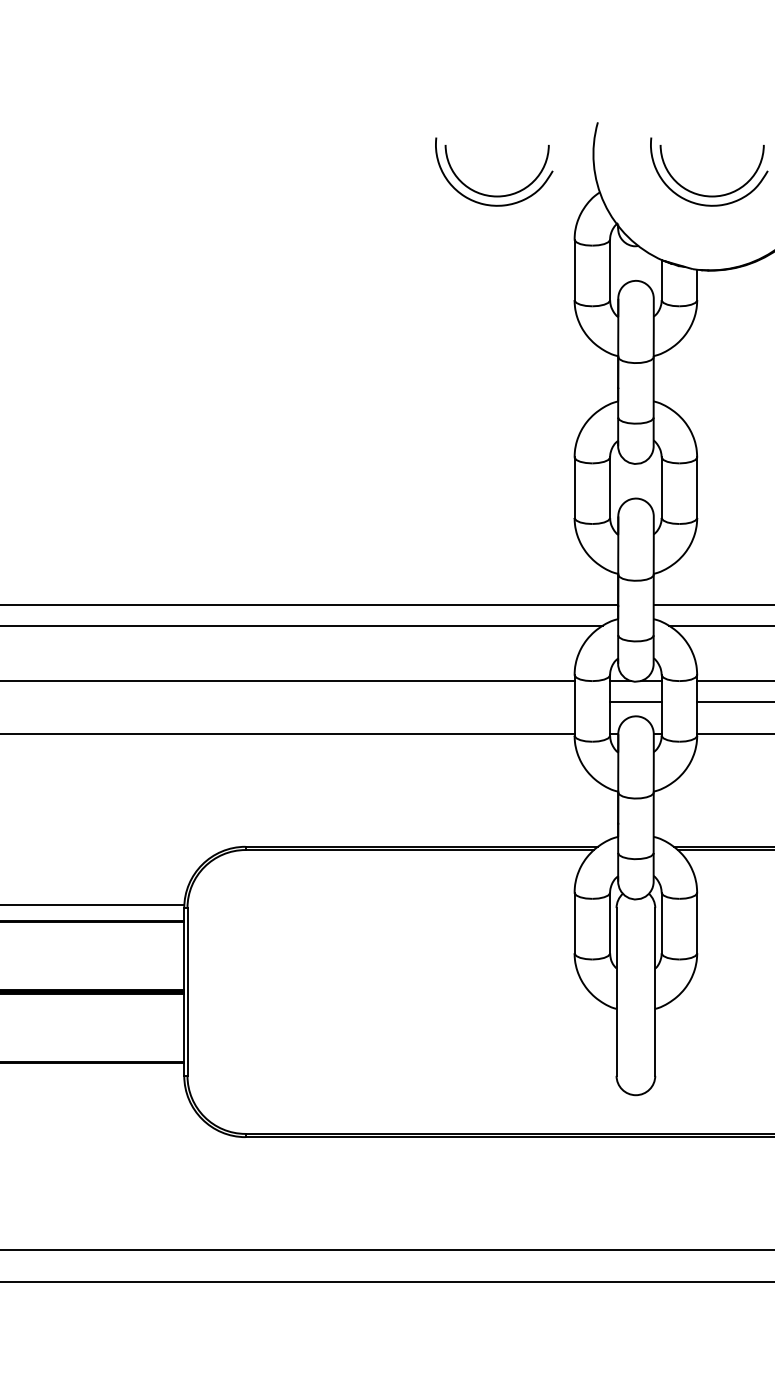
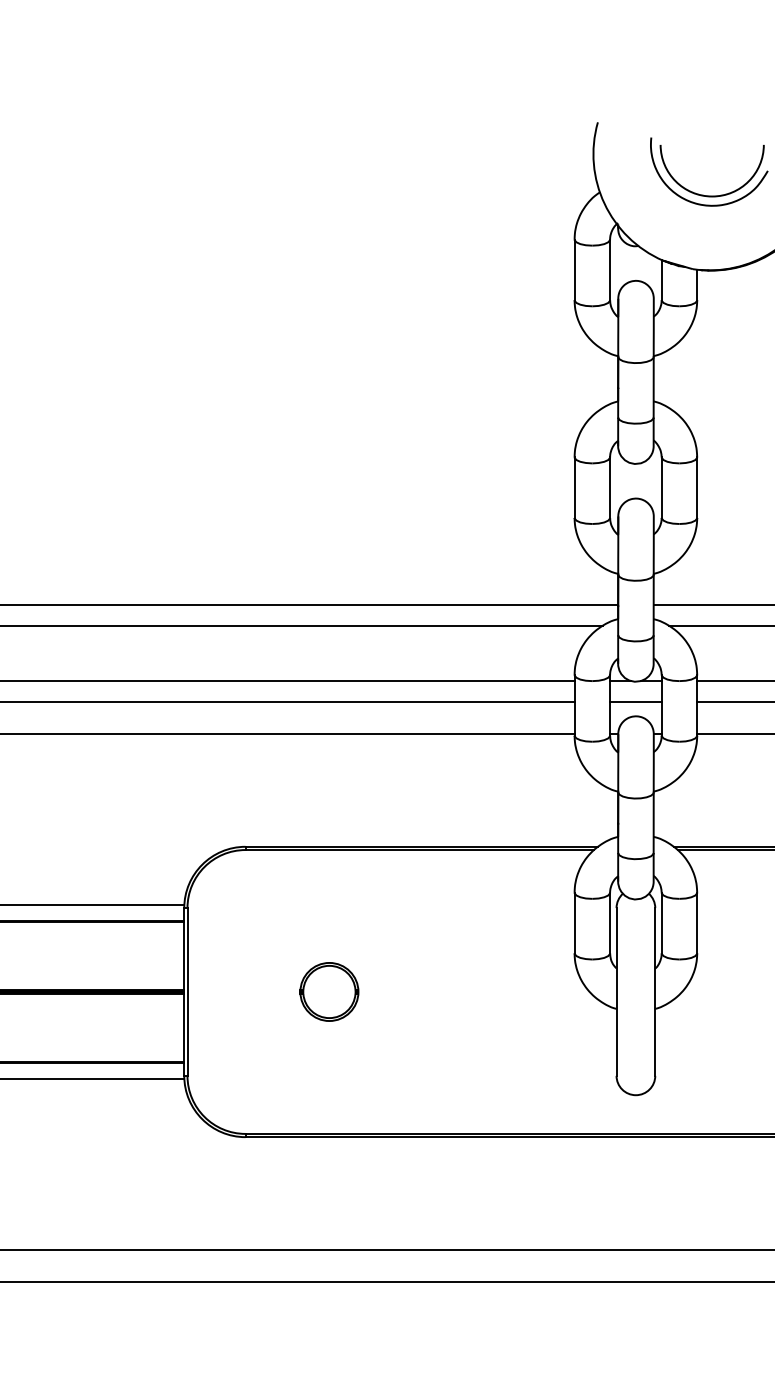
part at (488, 194): present -> none
line at (288, 701): none -> present
part at (329, 991): none -> present
line at (93, 1079): none -> present
